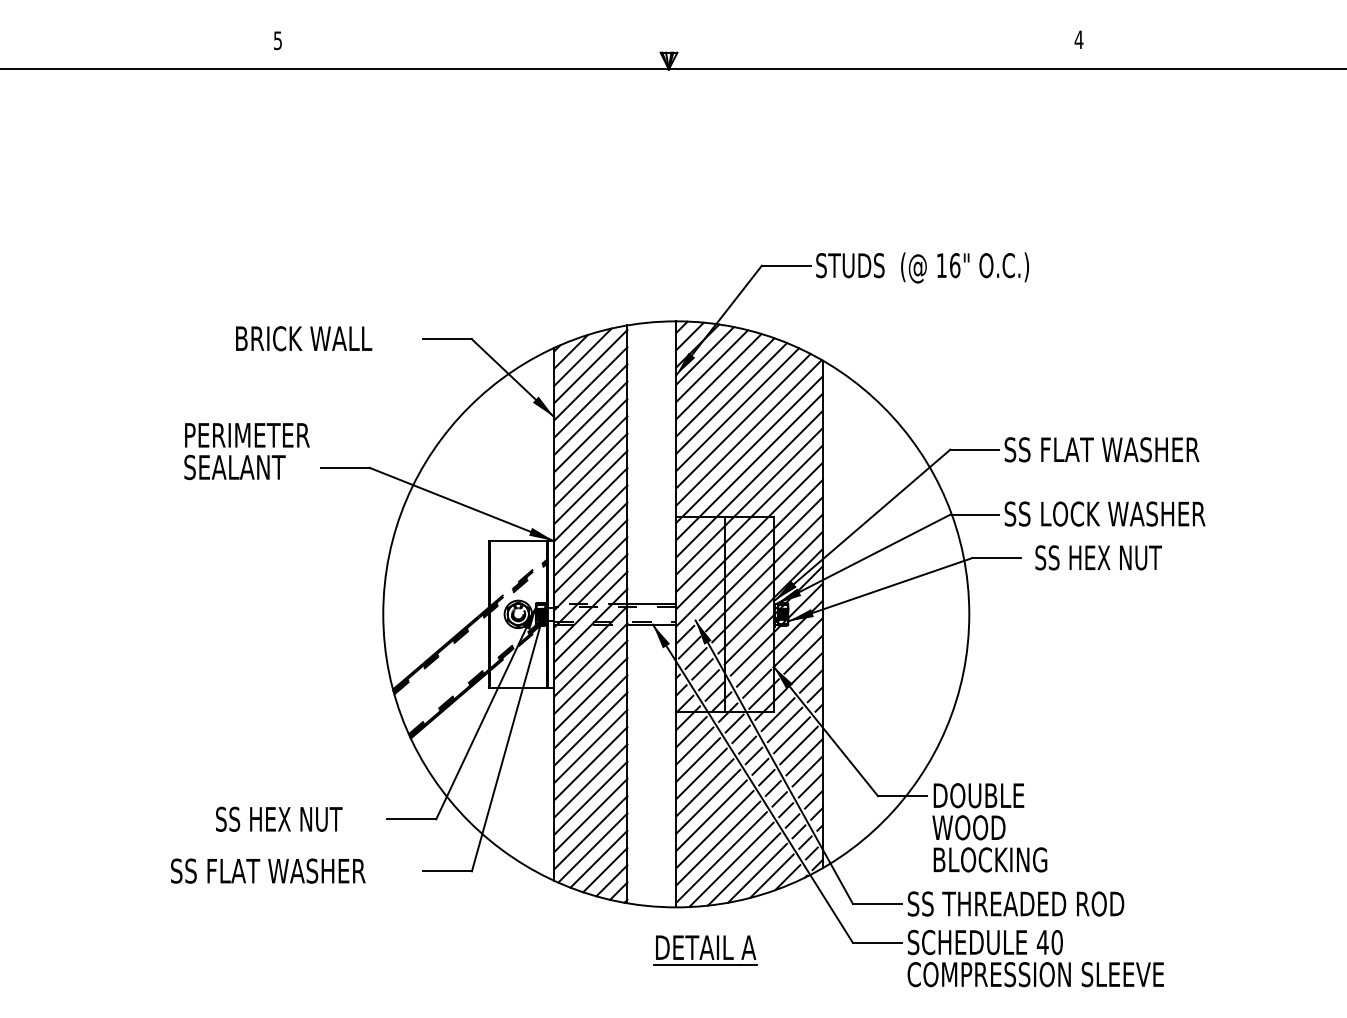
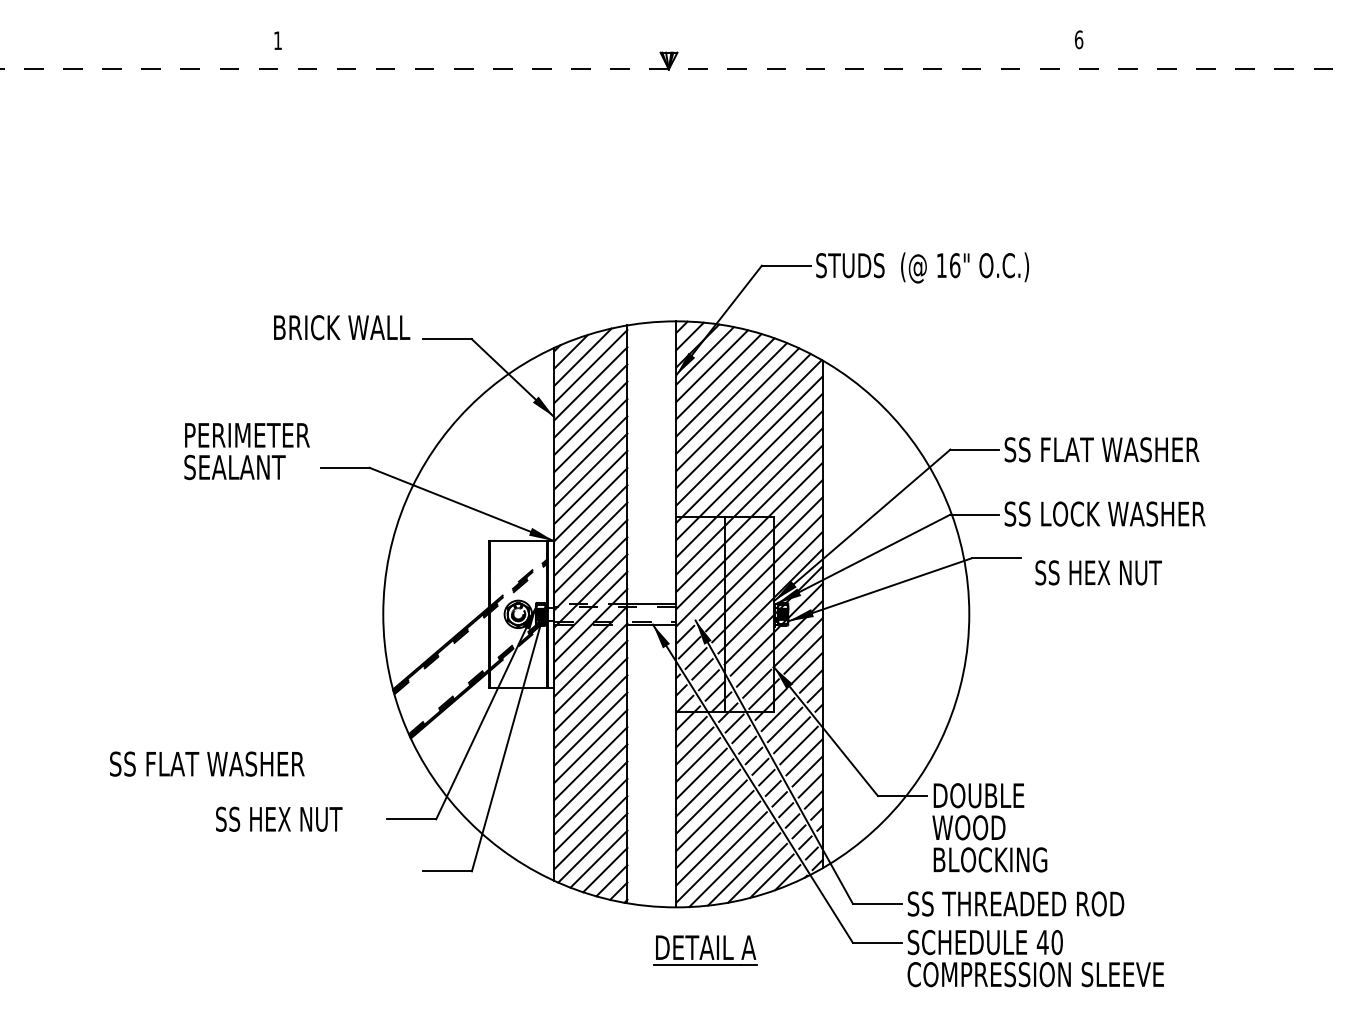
text at (1078, 39): 4 -> 6
text at (277, 40): 5 -> 1
line at (673, 69): solid -> dashed
text at (304, 338) position: (304, 338) -> (342, 327)
text at (1098, 557) position: (1098, 557) -> (1098, 572)
text at (268, 870) position: (268, 870) -> (207, 763)
